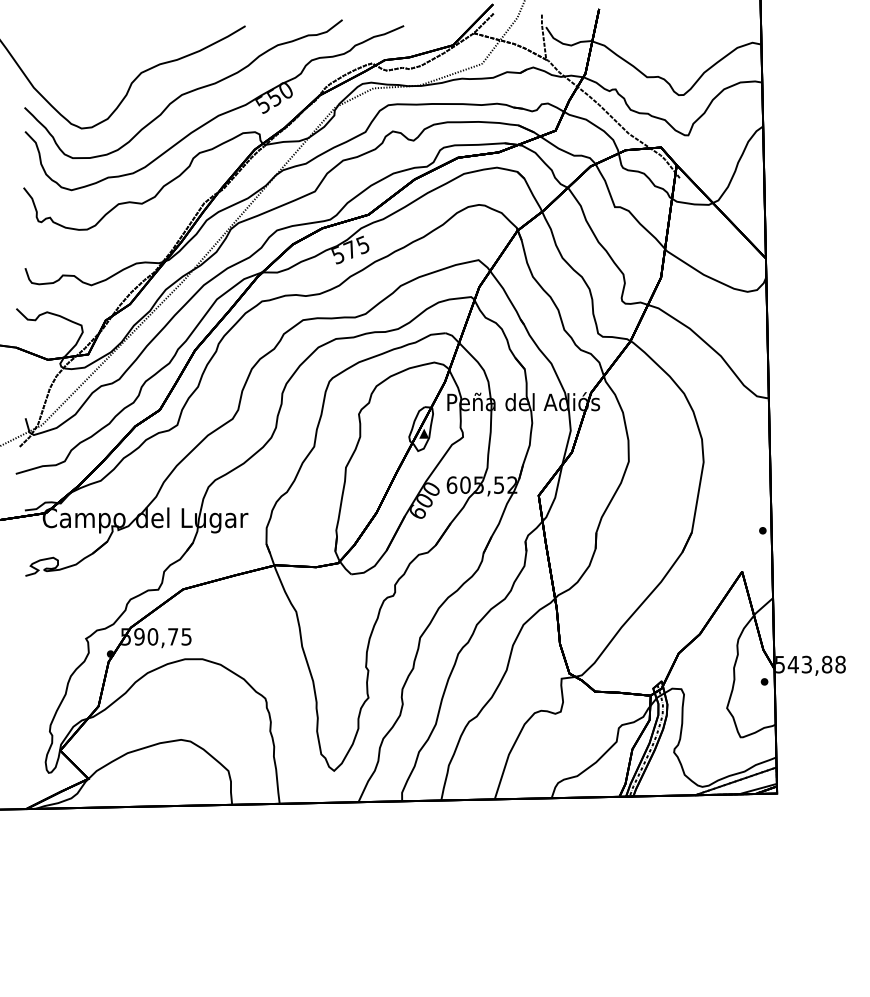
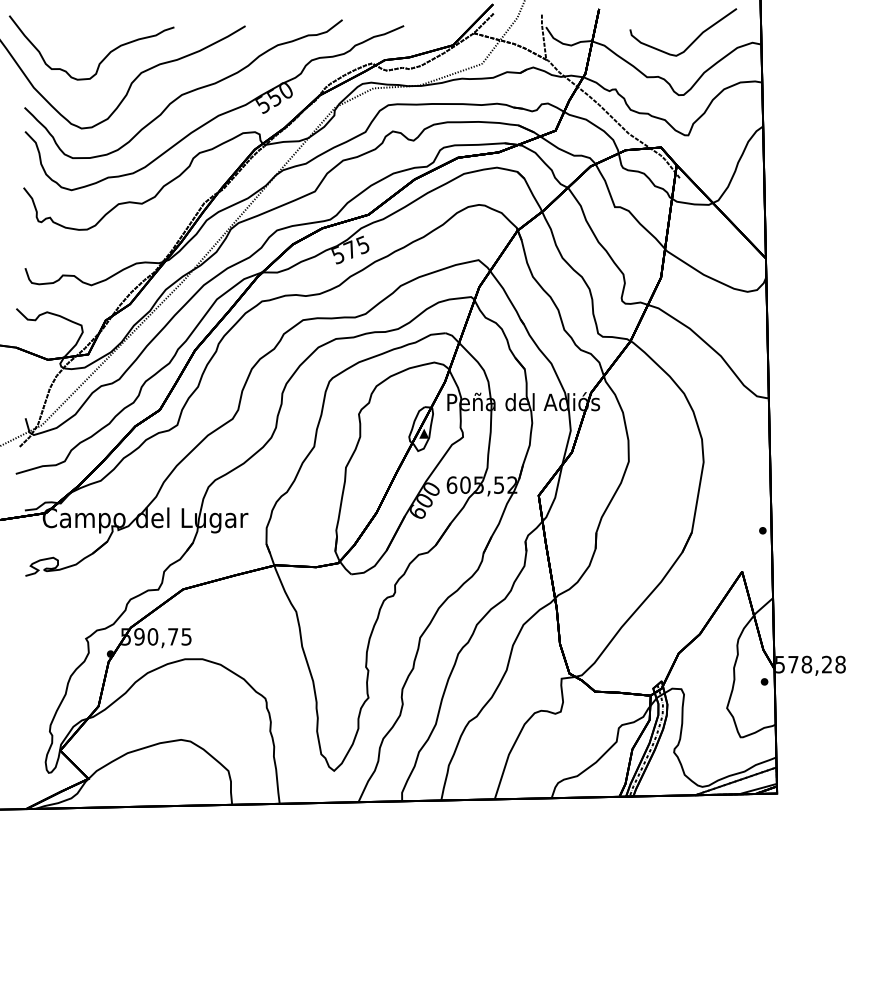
curve at (692, 41): none -> present
curve at (103, 58): none -> present
text at (809, 664): 543,88 -> 578,28
